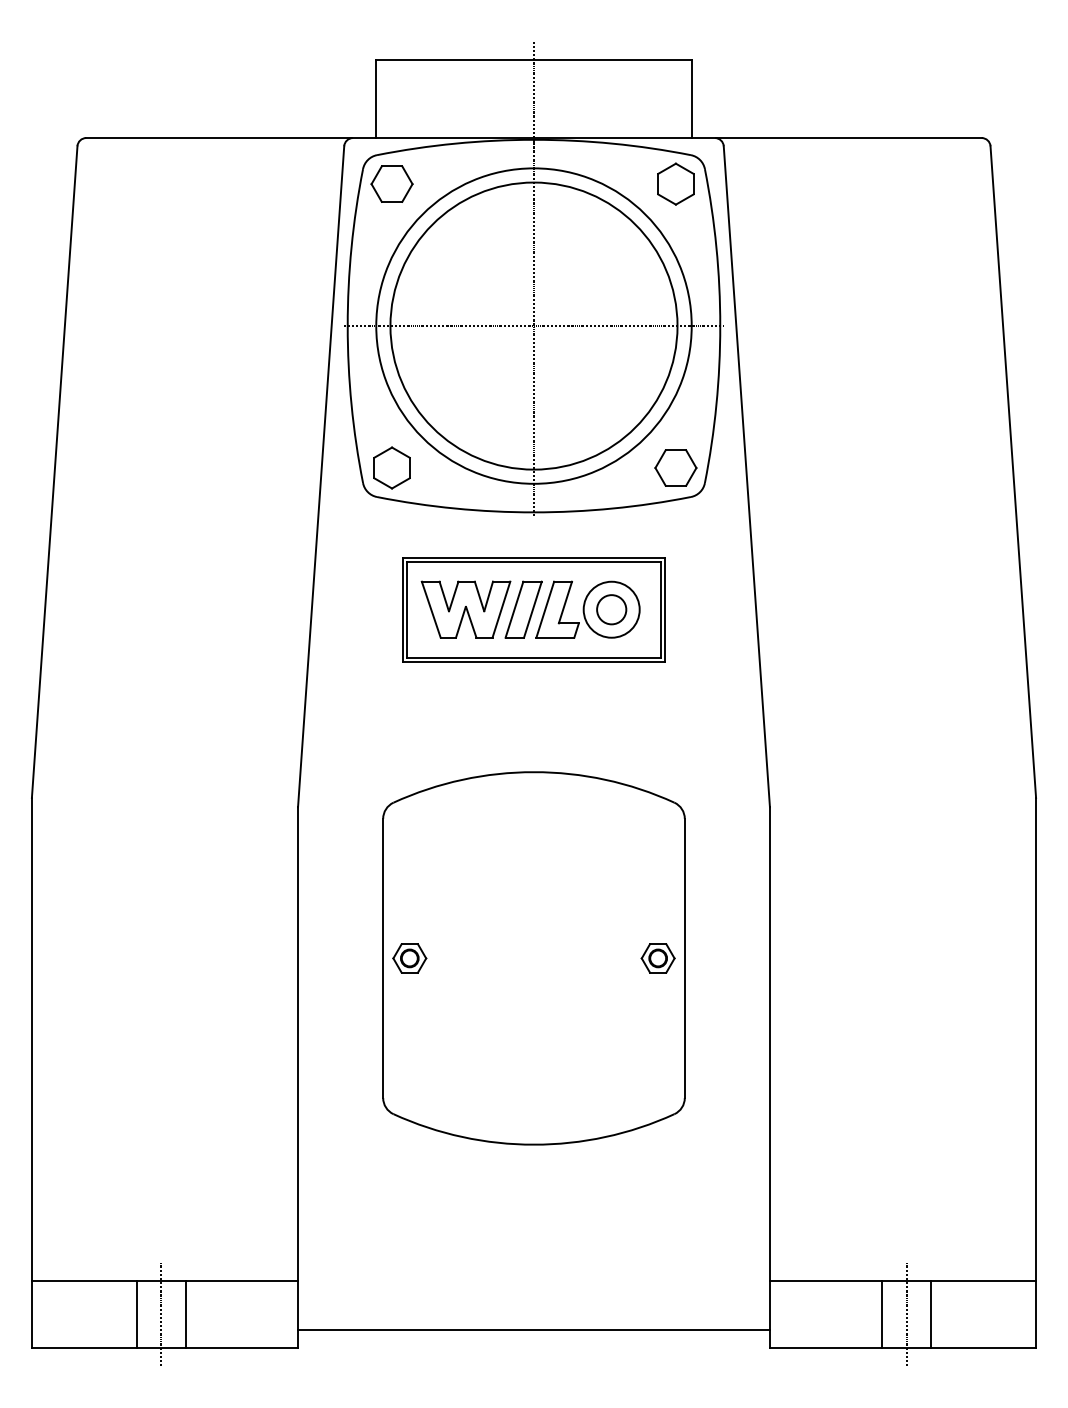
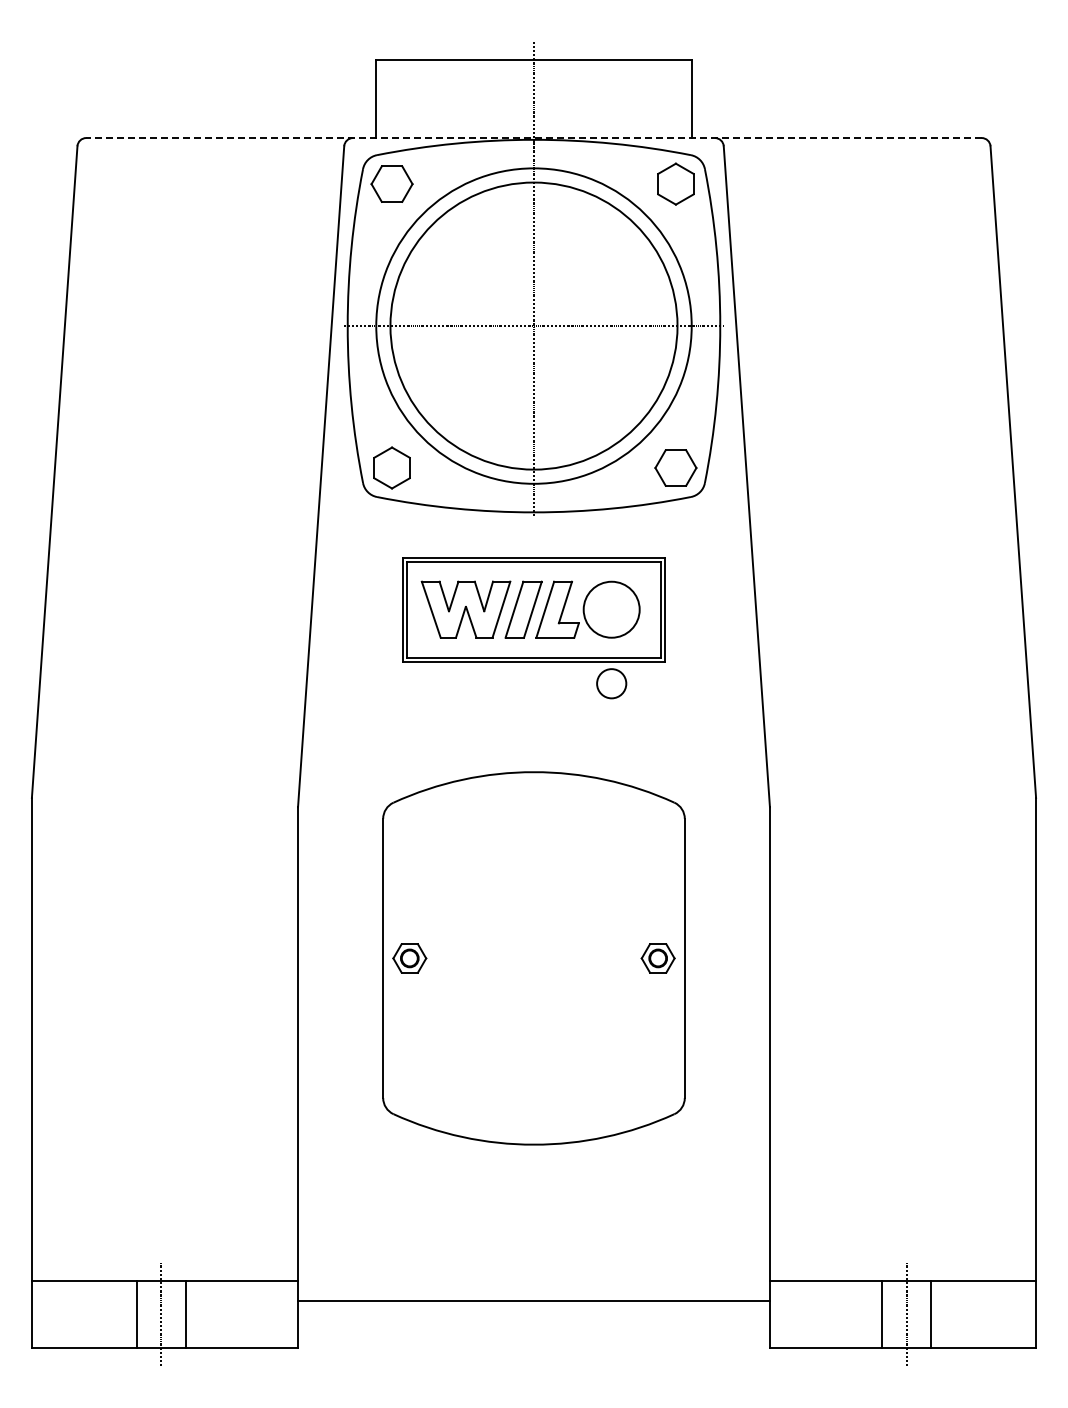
line at (534, 138): solid -> dashed
circle at (611, 609) position: (611, 609) -> (611, 683)
line at (533, 1330) position: (533, 1330) -> (533, 1301)
